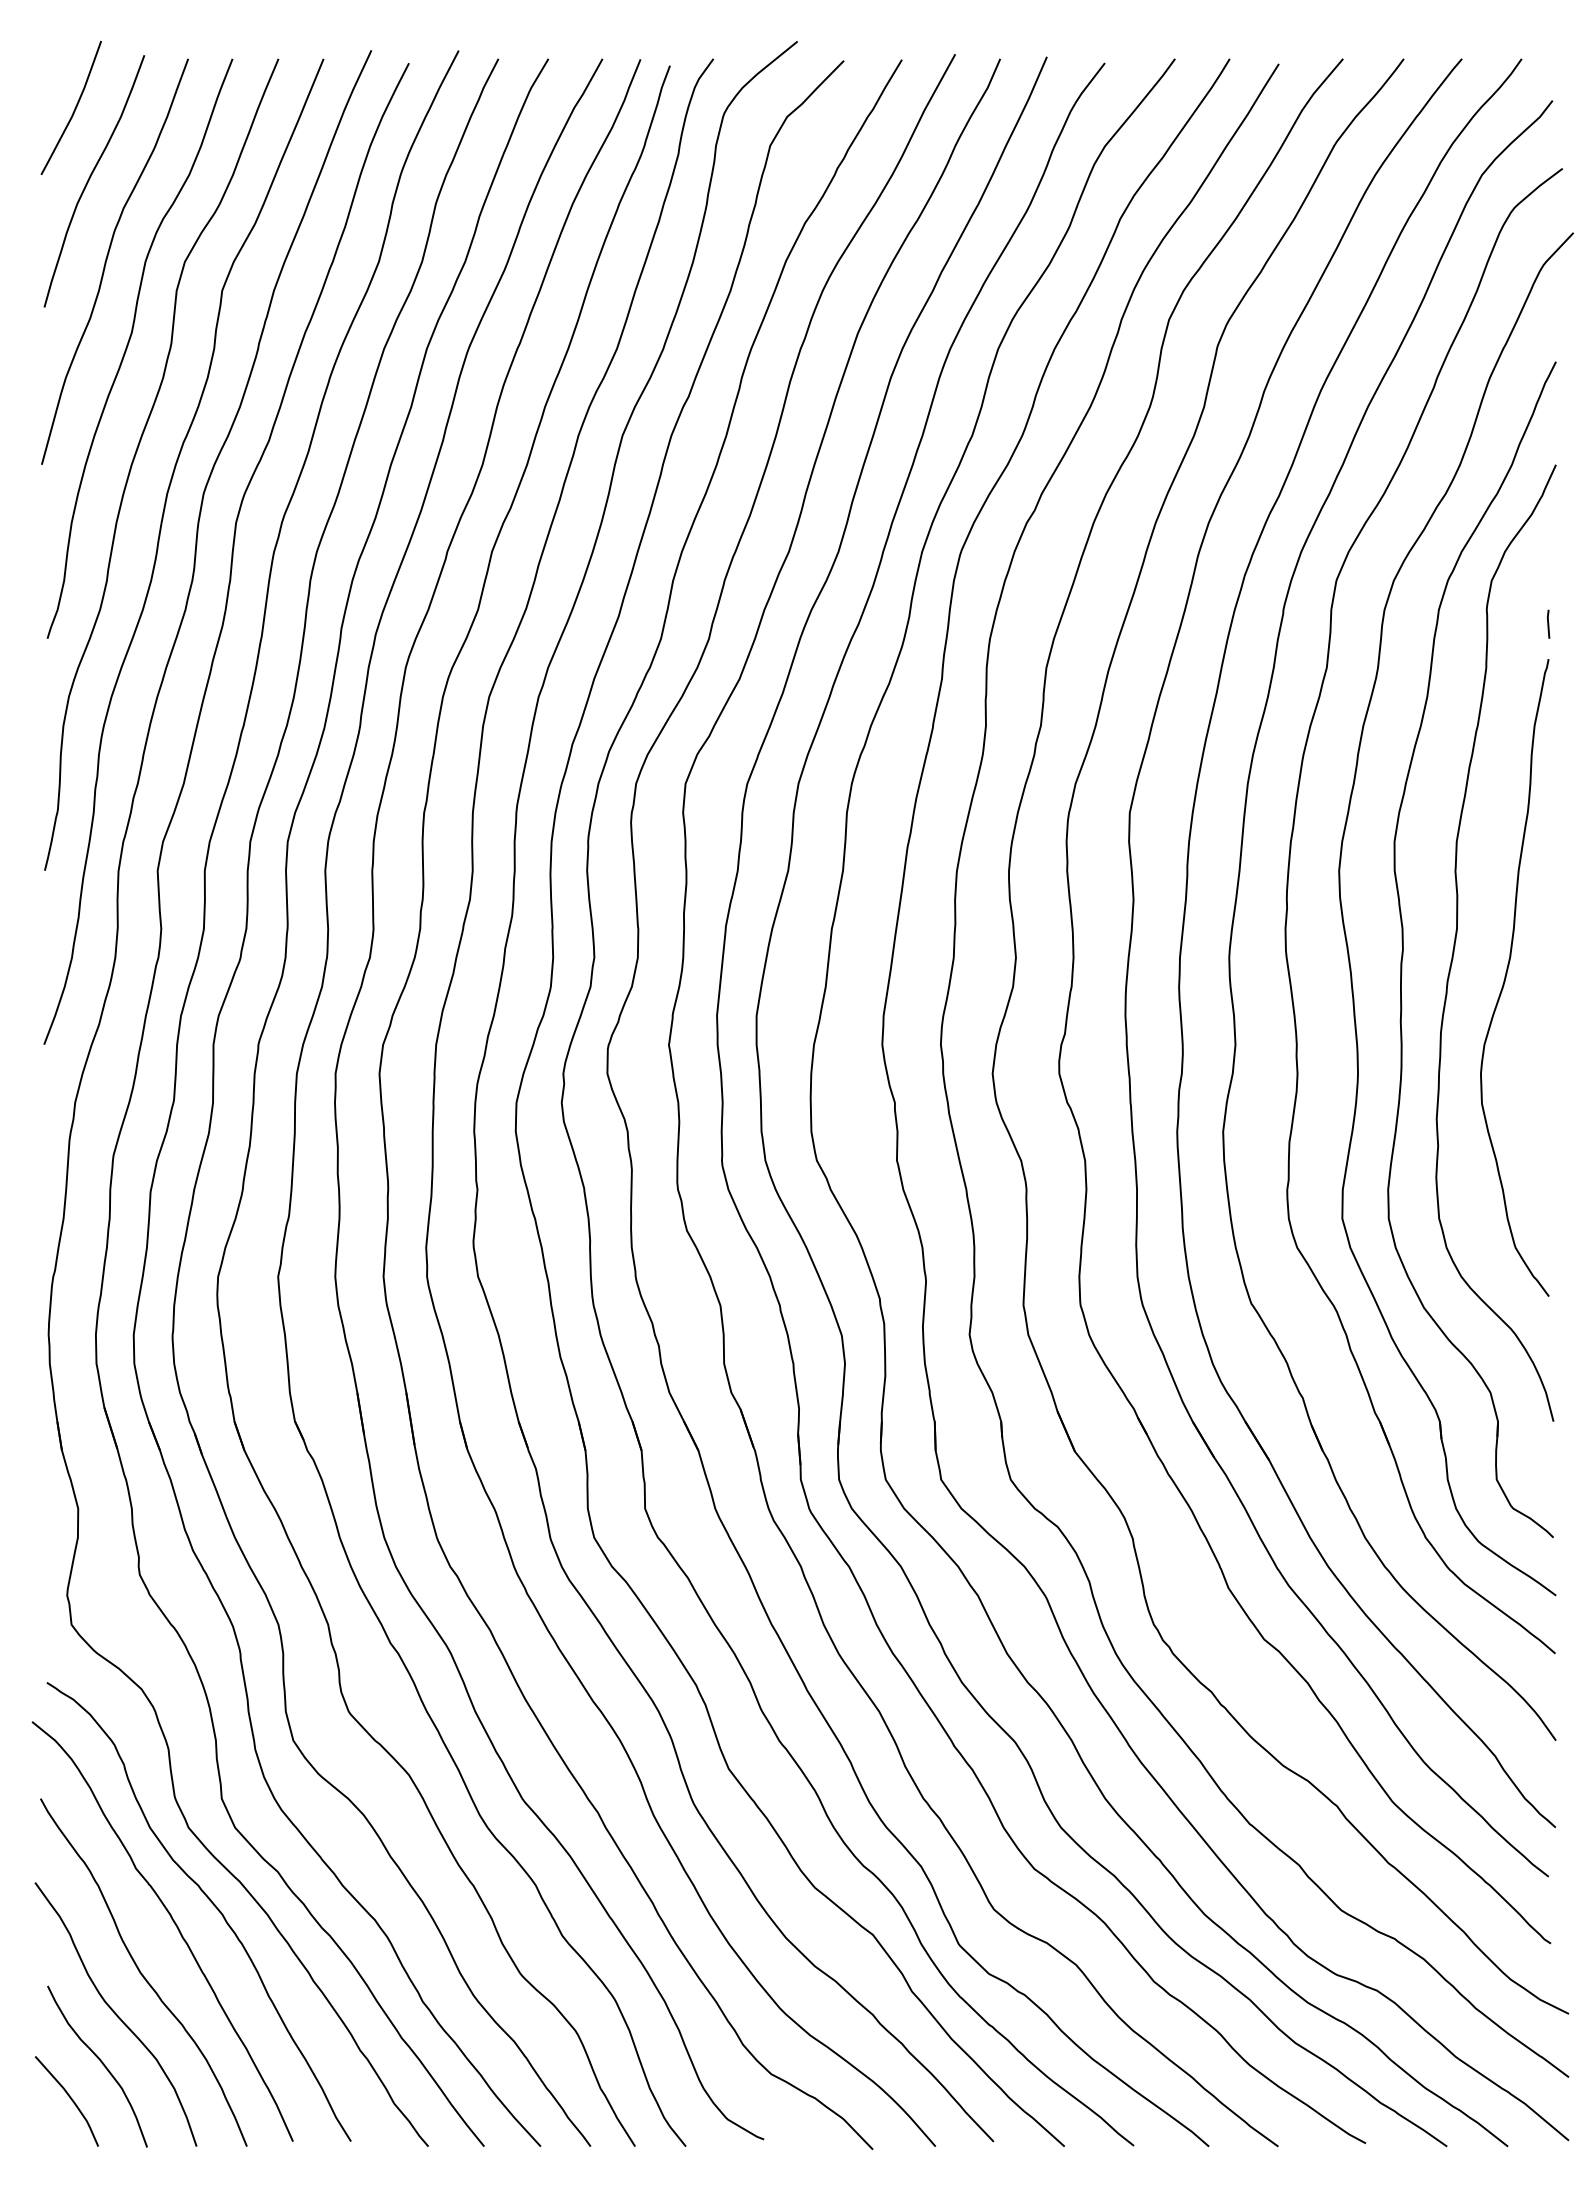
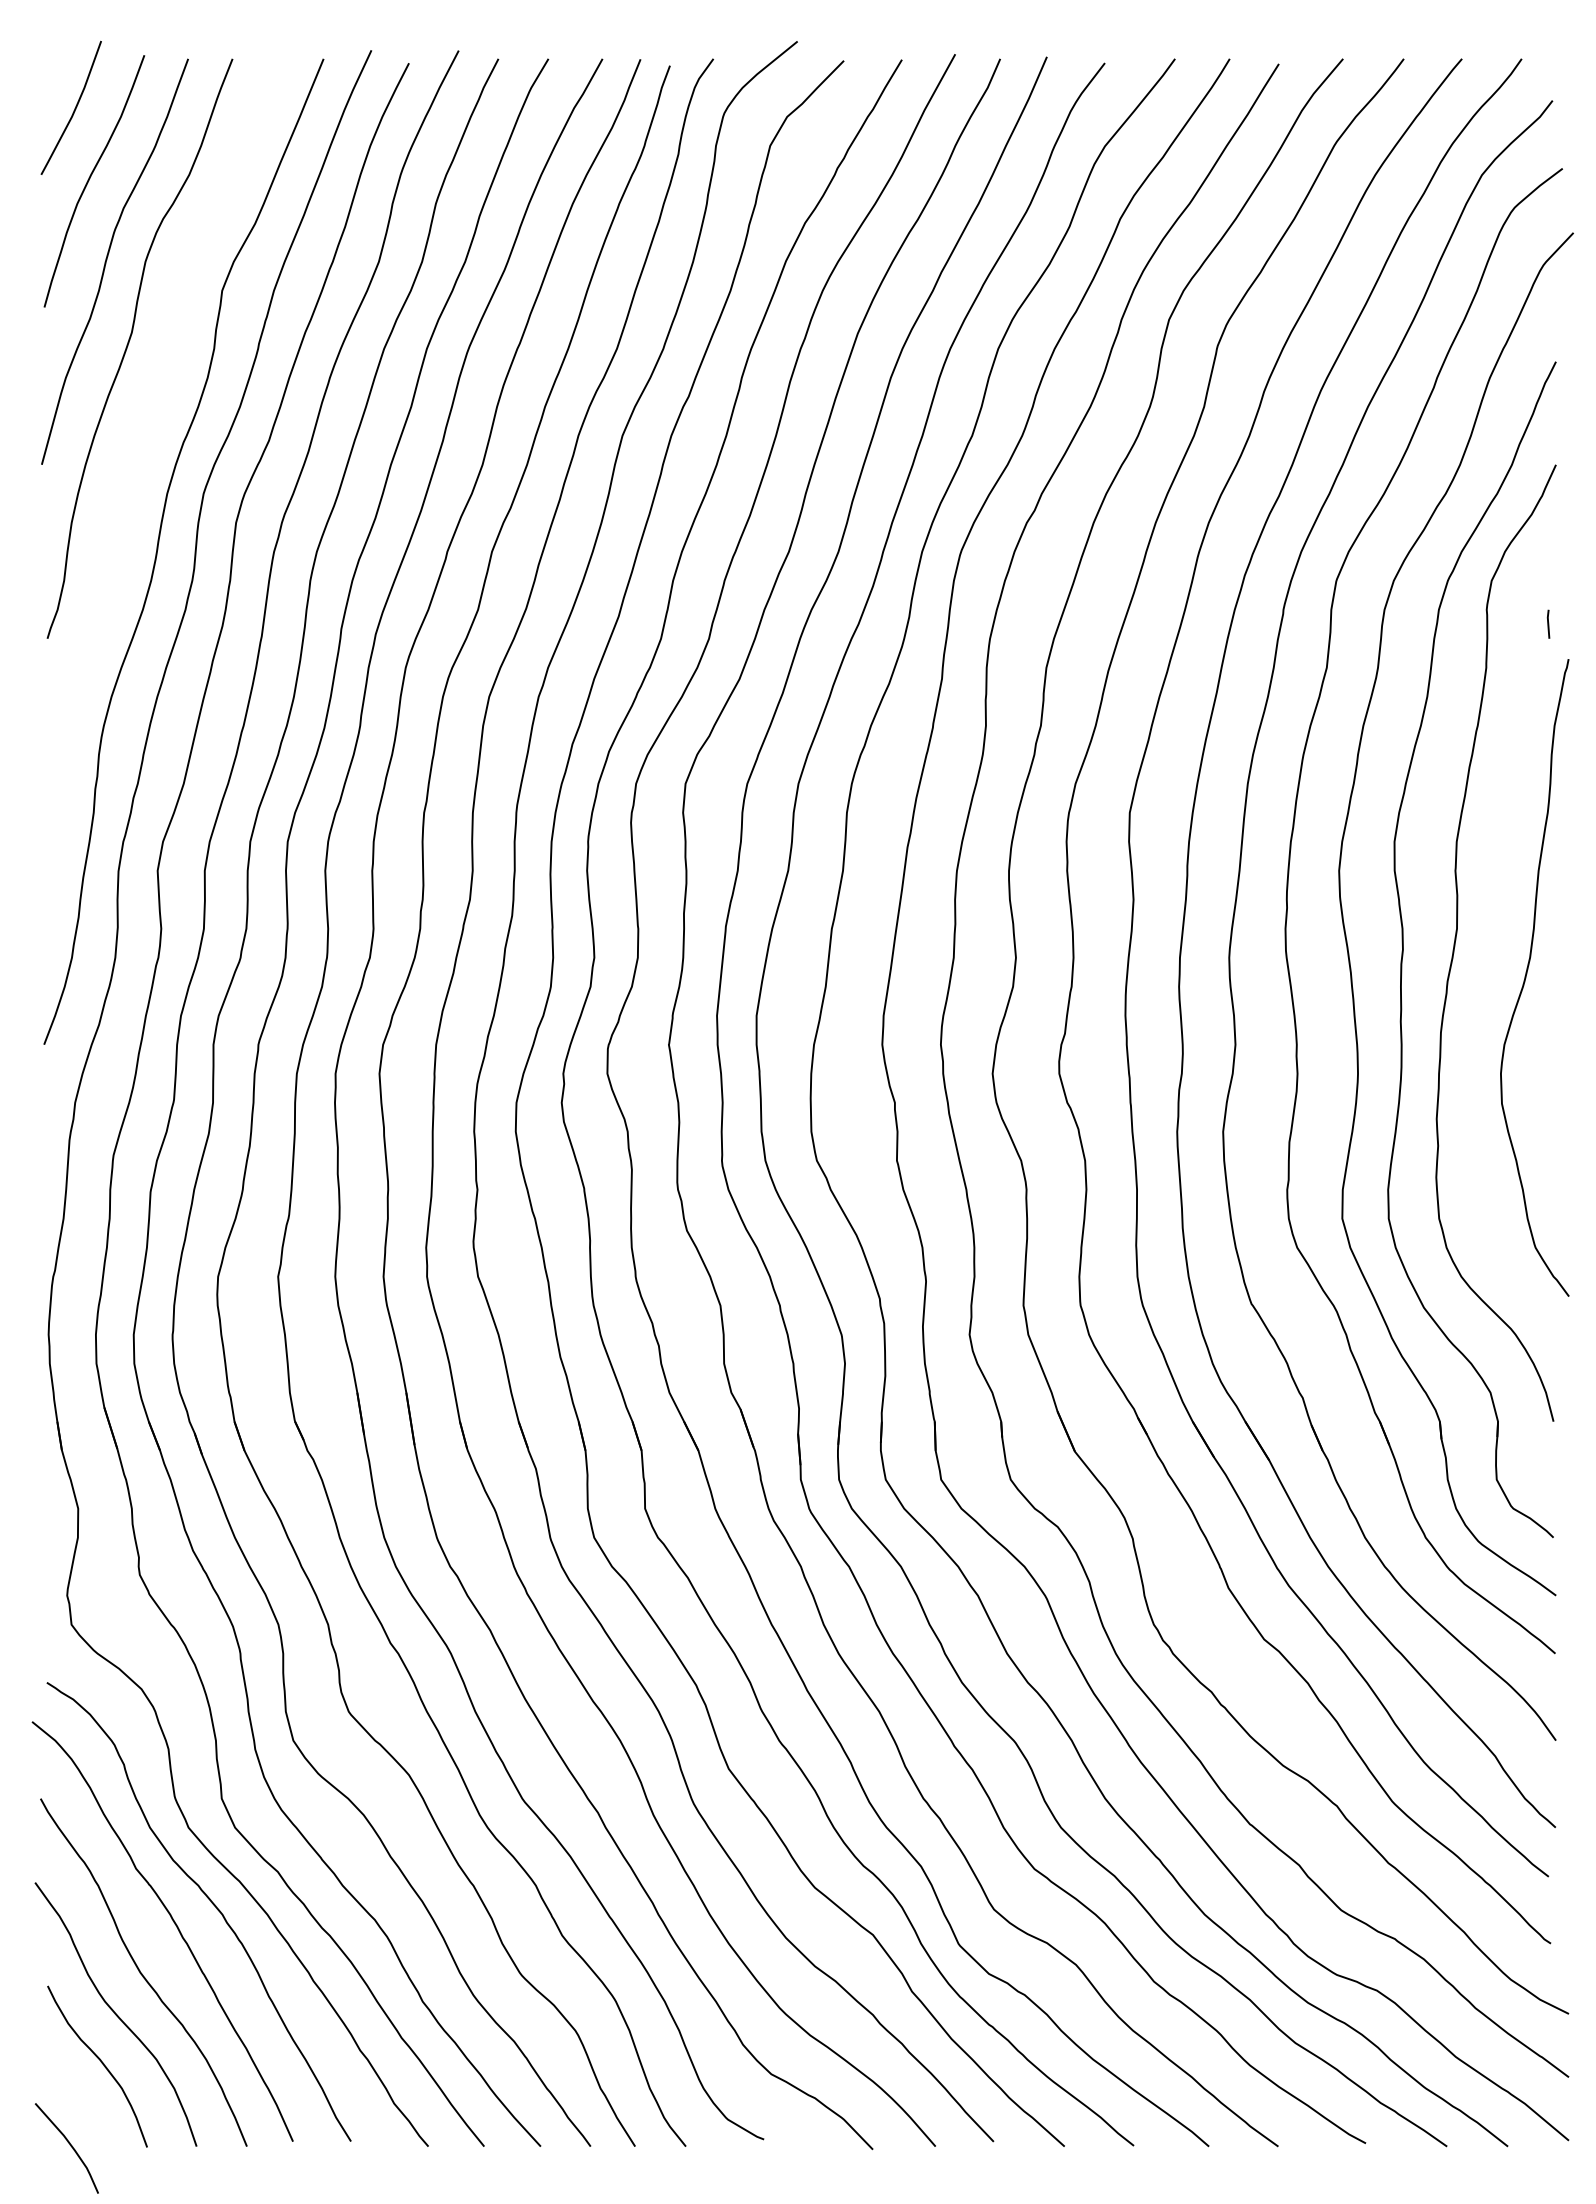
curve at (136, 454): present -> none
curve at (1507, 974) position: (1507, 974) -> (1527, 974)
curve at (70, 2099) position: (70, 2099) -> (70, 2146)
